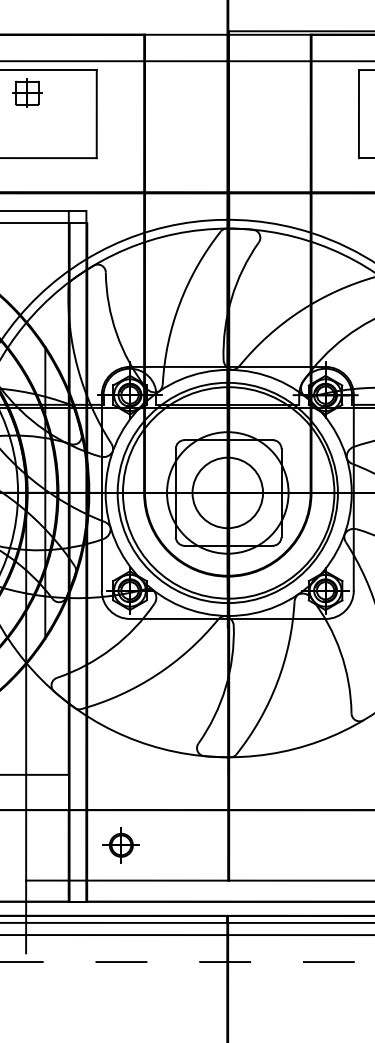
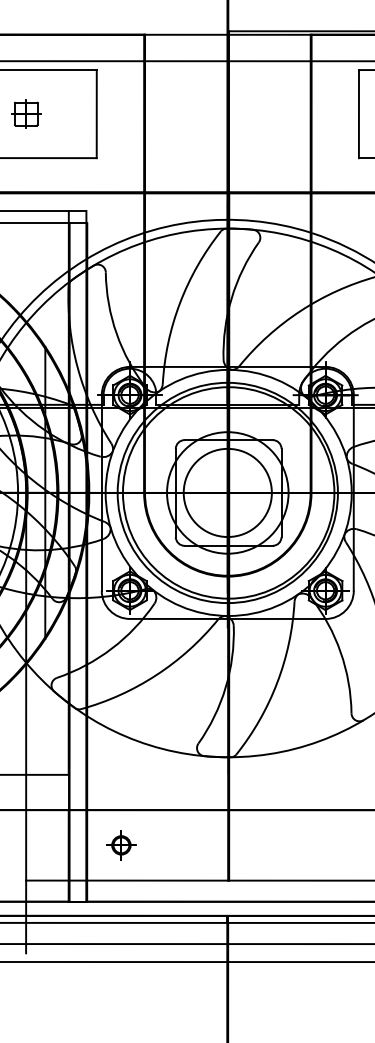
part at (27, 92) position: (27, 92) -> (26, 113)
circle at (227, 492) diameter: 71 px -> 88 px
part at (120, 845) size: 38x37 px -> 31x31 px
line at (186, 935) position: (186, 935) -> (186, 944)
line at (187, 962): dashed -> solid
